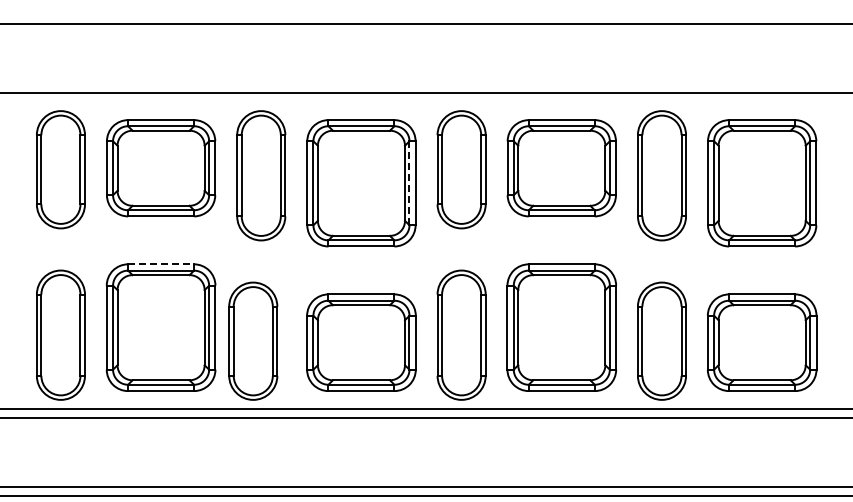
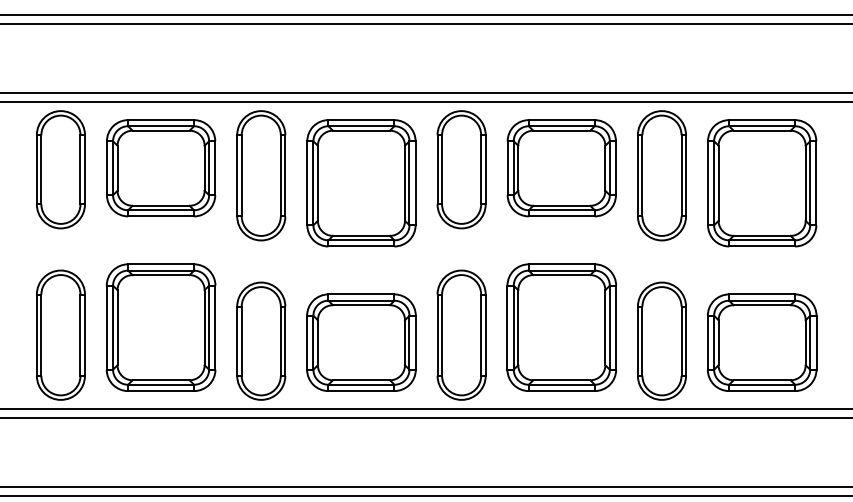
line at (425, 14): none -> present
line at (425, 102): none -> present
line at (409, 183): dashed -> solid
line at (161, 264): dashed -> solid
part at (253, 340) position: (253, 340) -> (261, 340)
